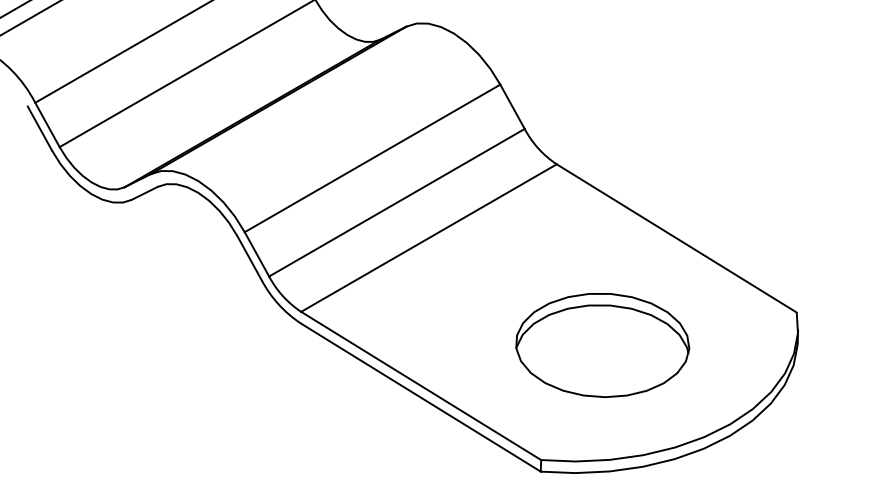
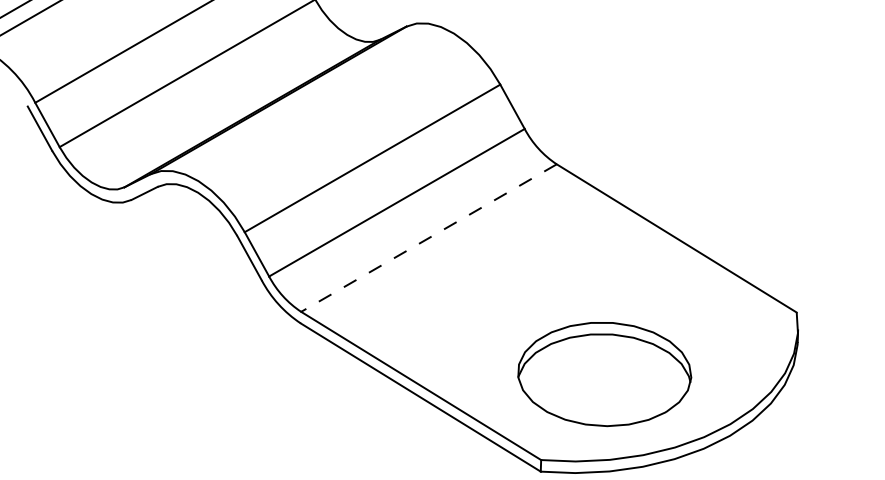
line at (428, 238): solid -> dashed
part at (602, 345) position: (602, 345) -> (604, 374)
